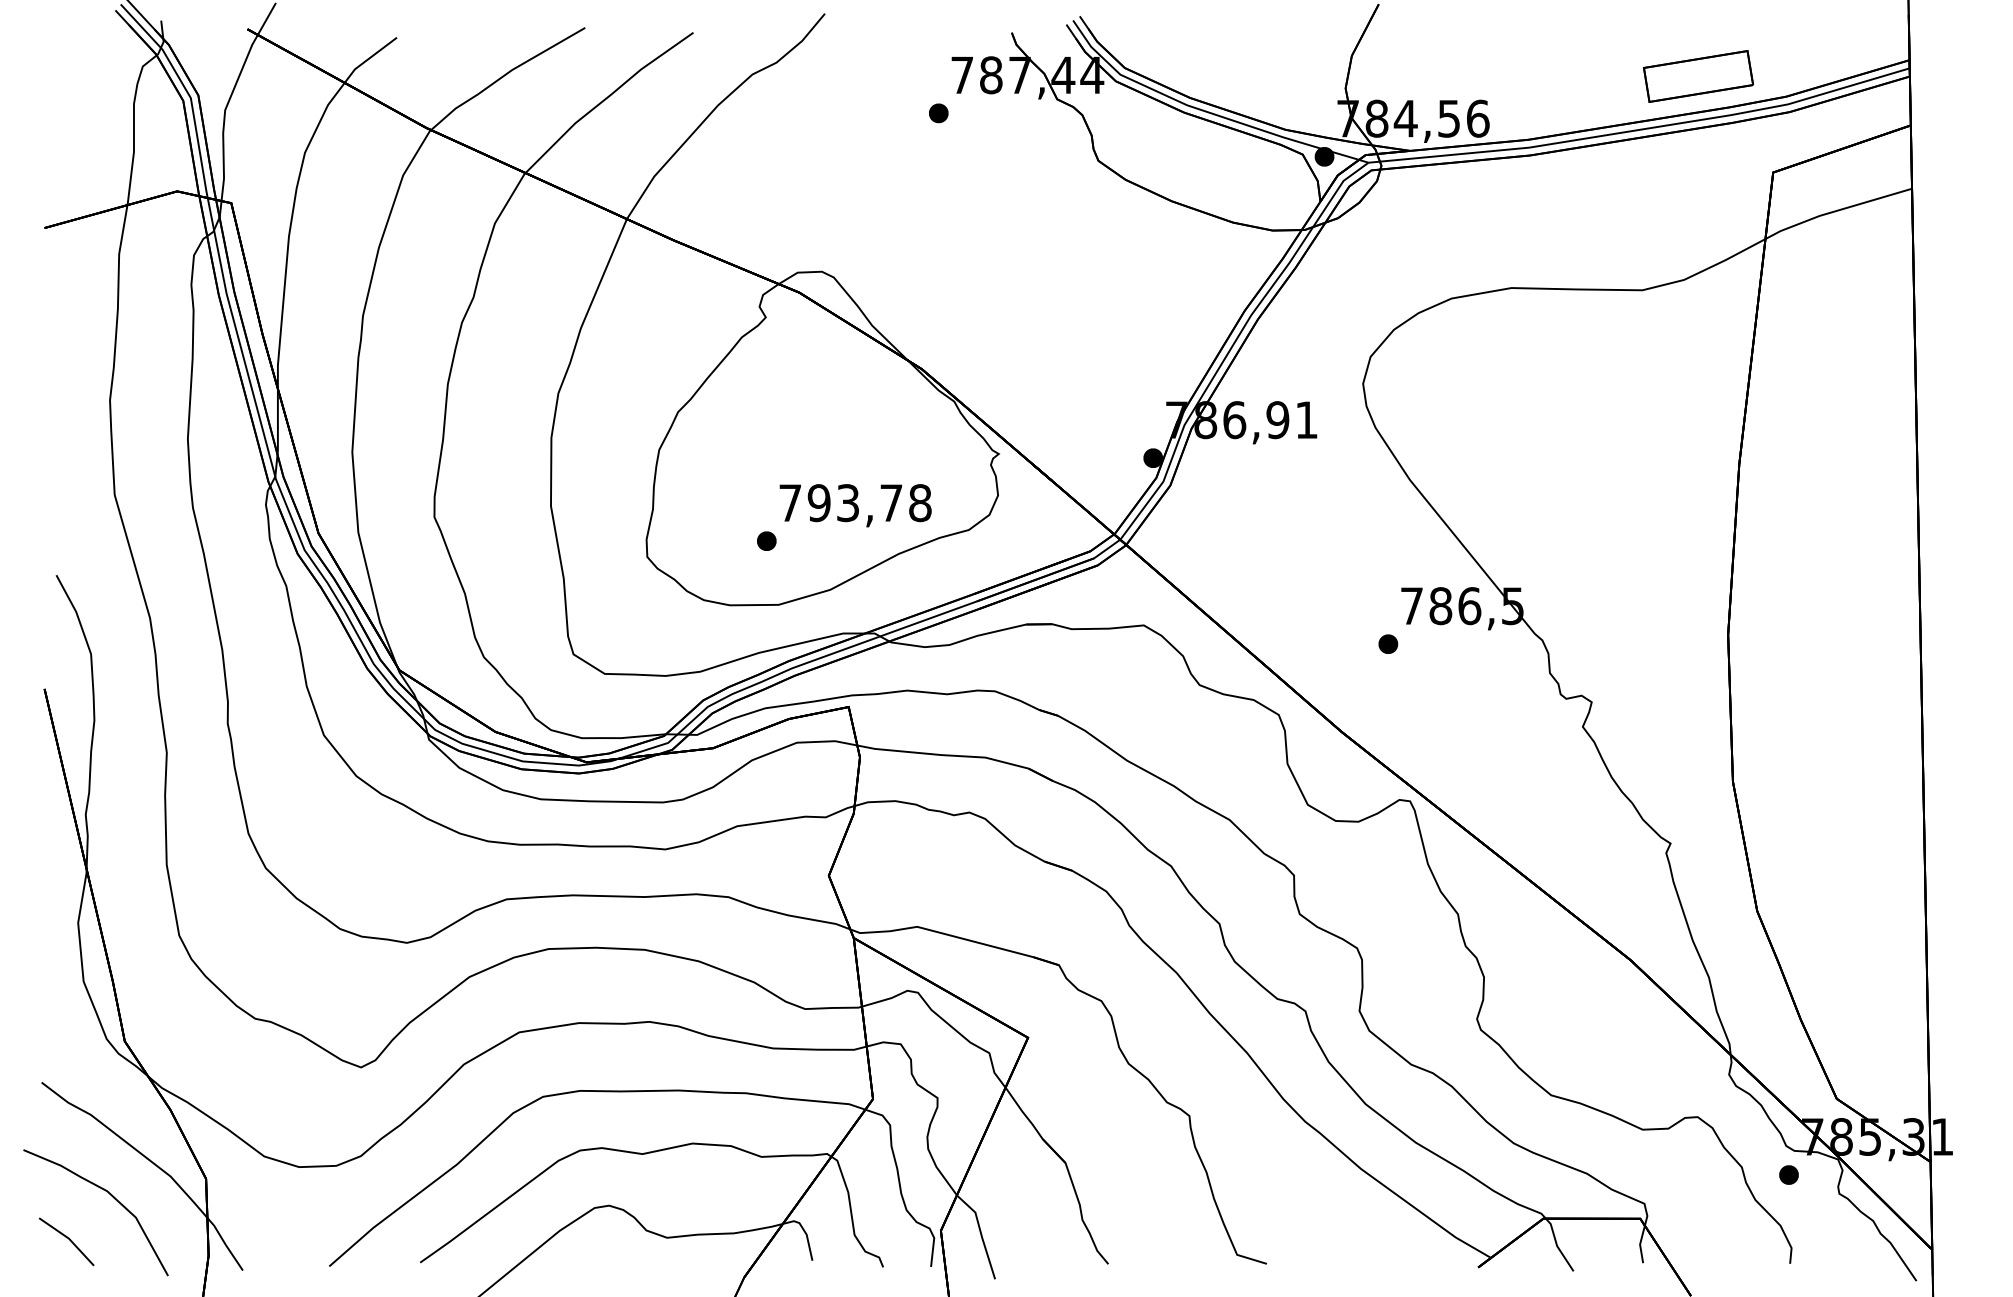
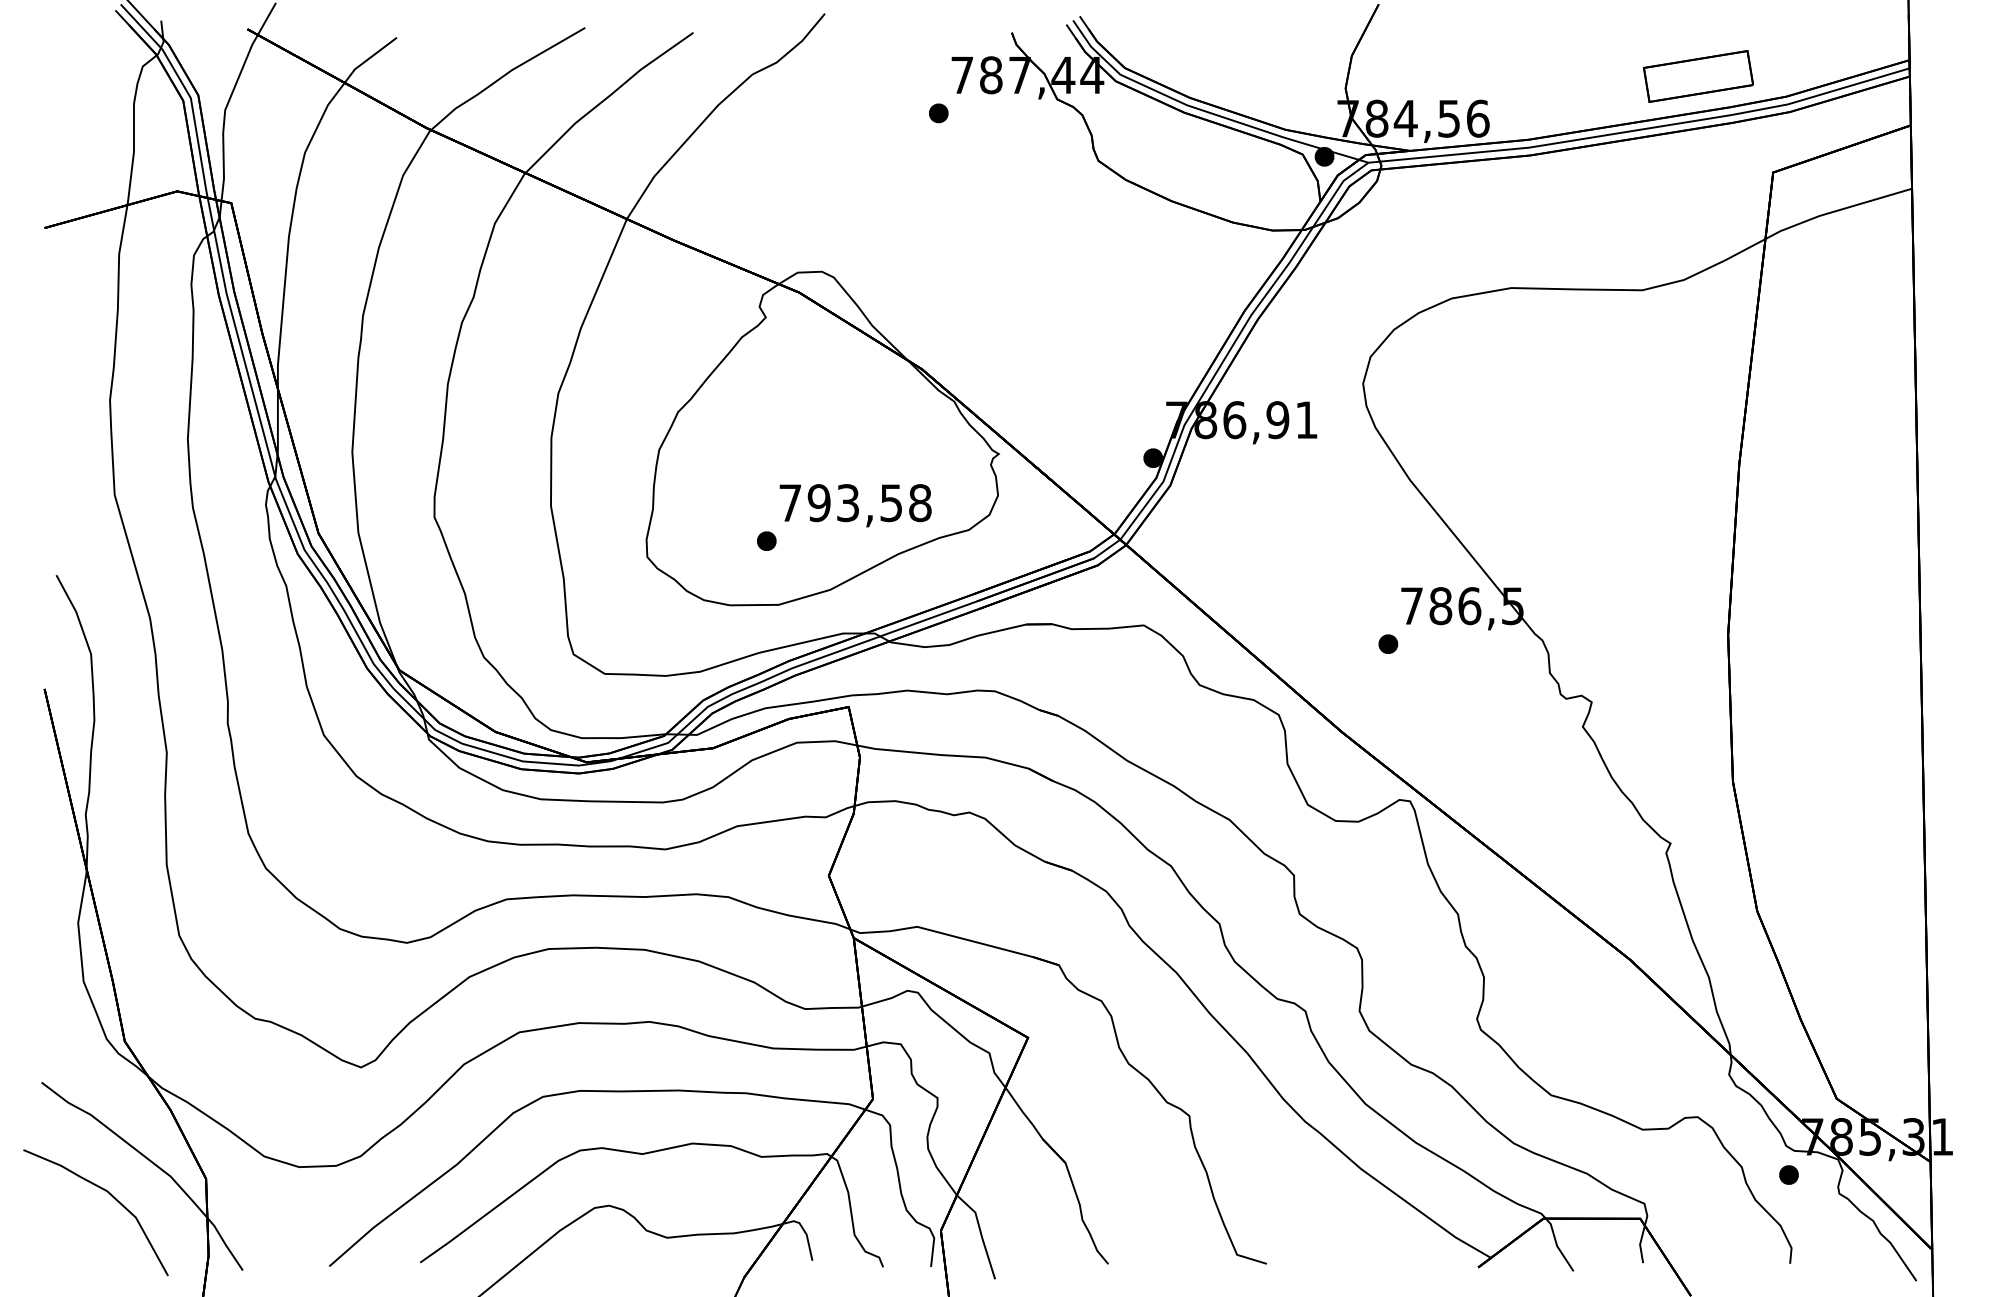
text at (891, 503): 793,78 -> 793,58
line at (68, 1239): present -> none
